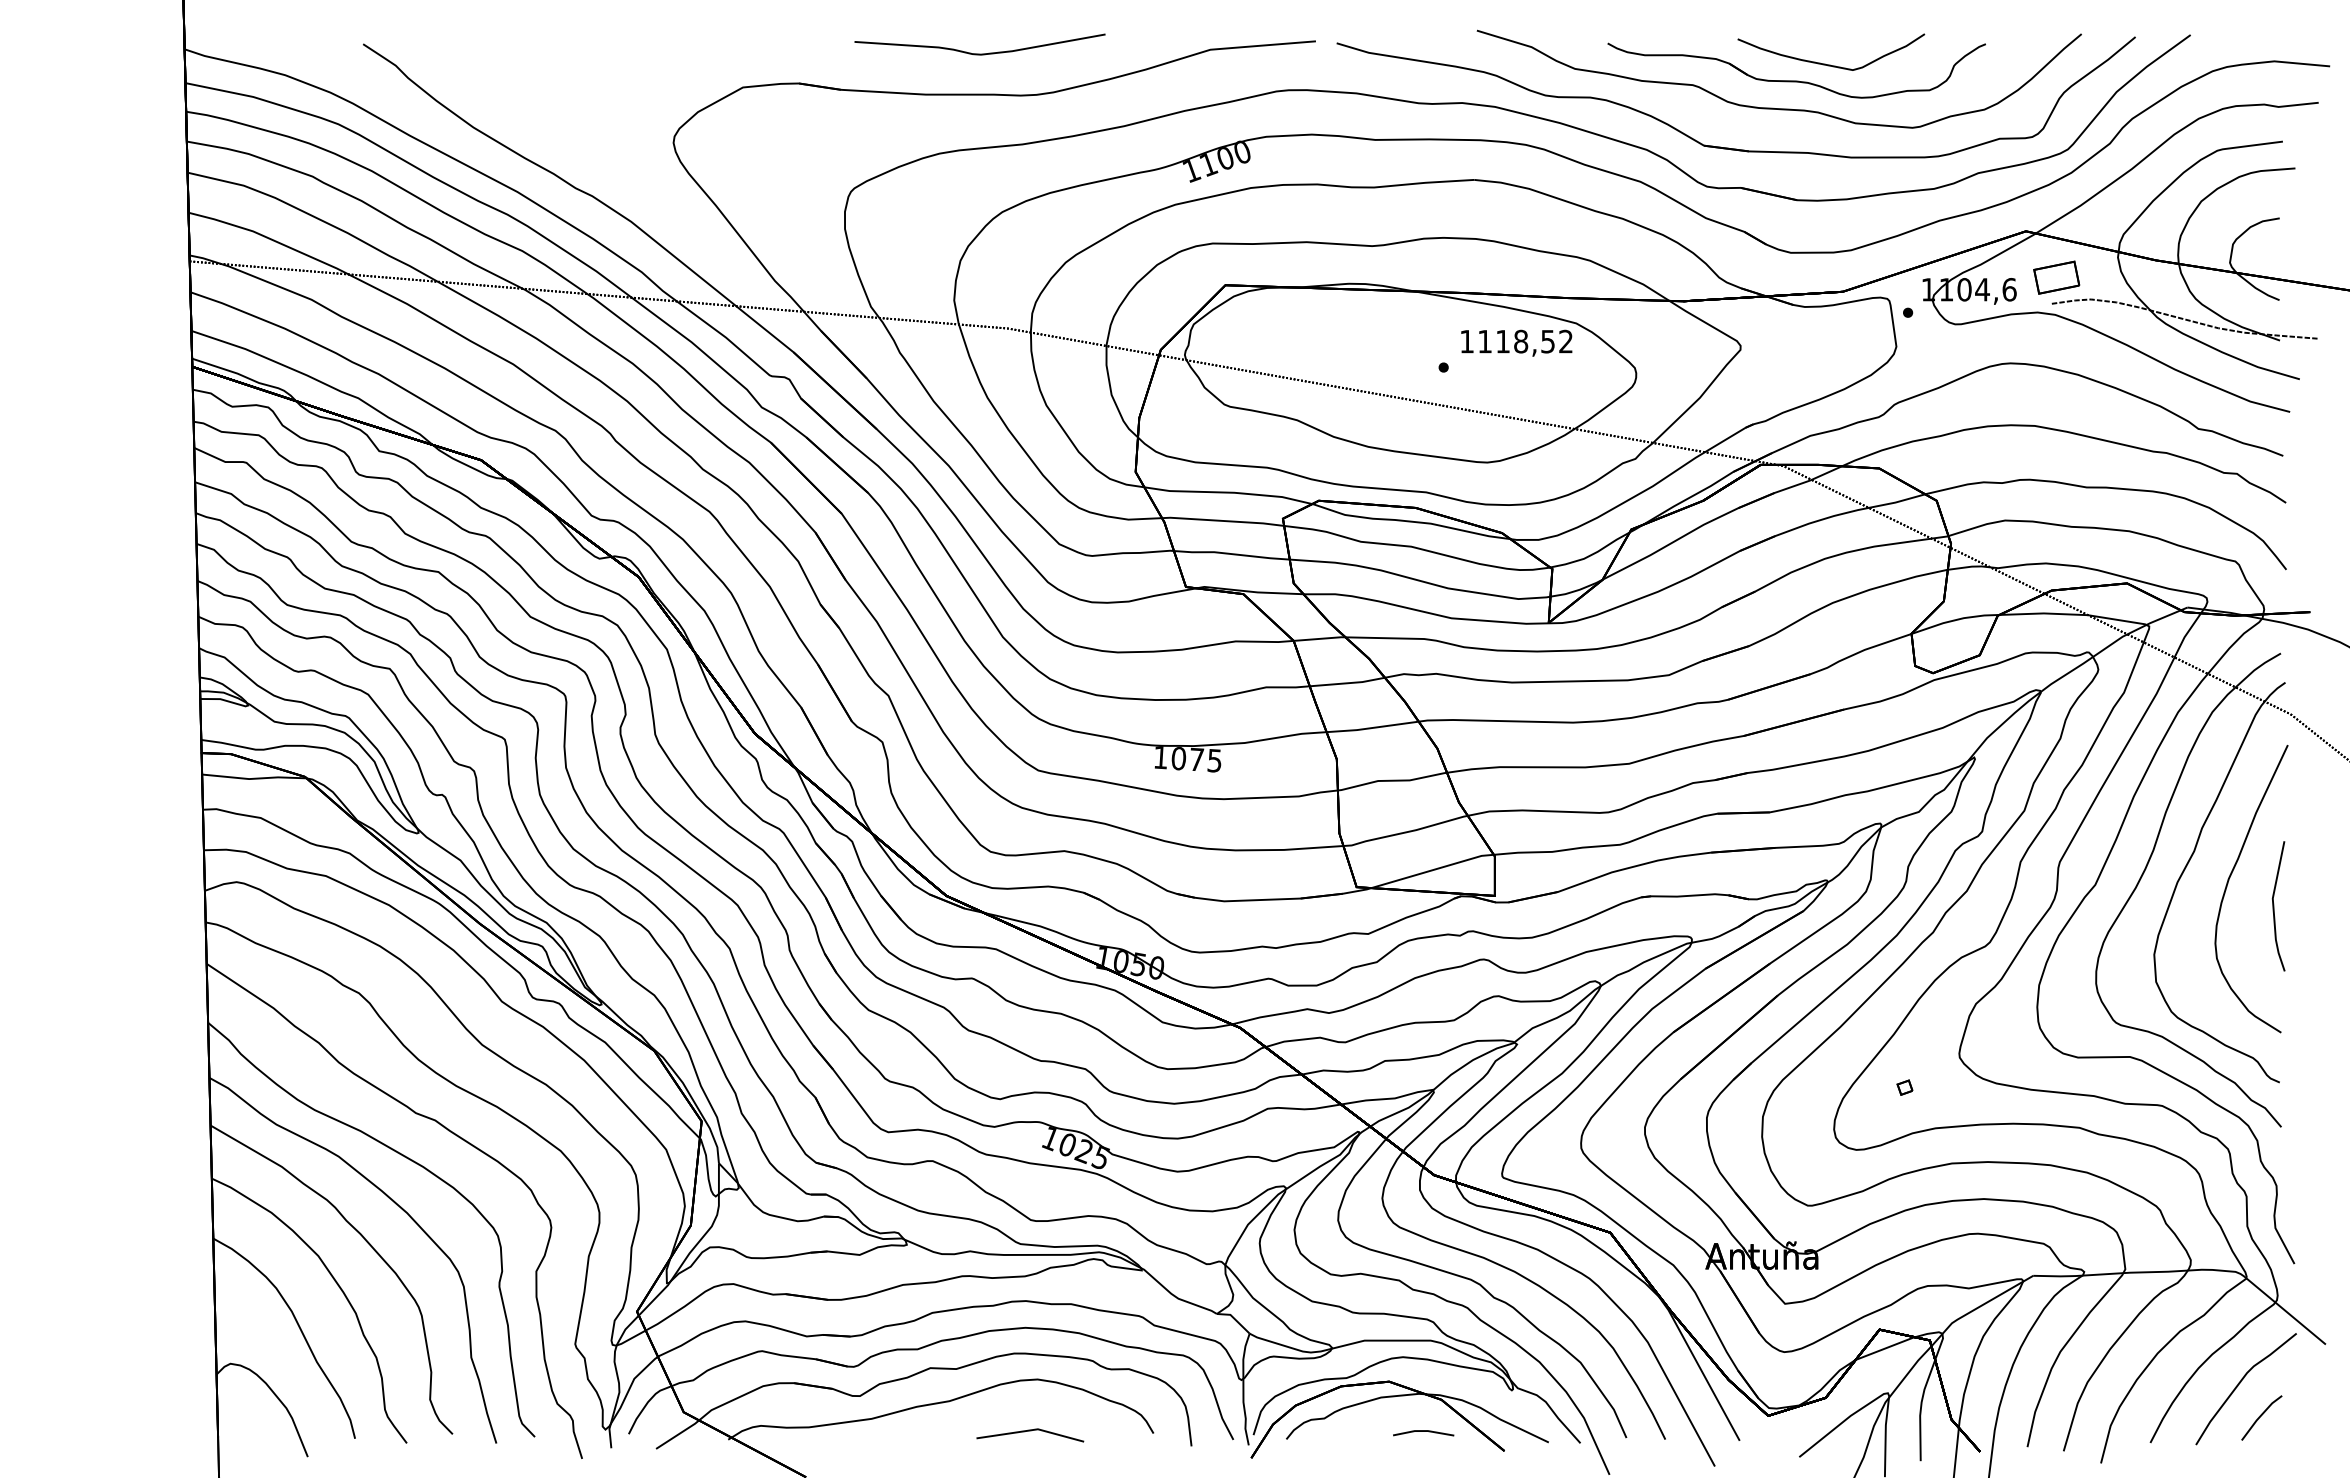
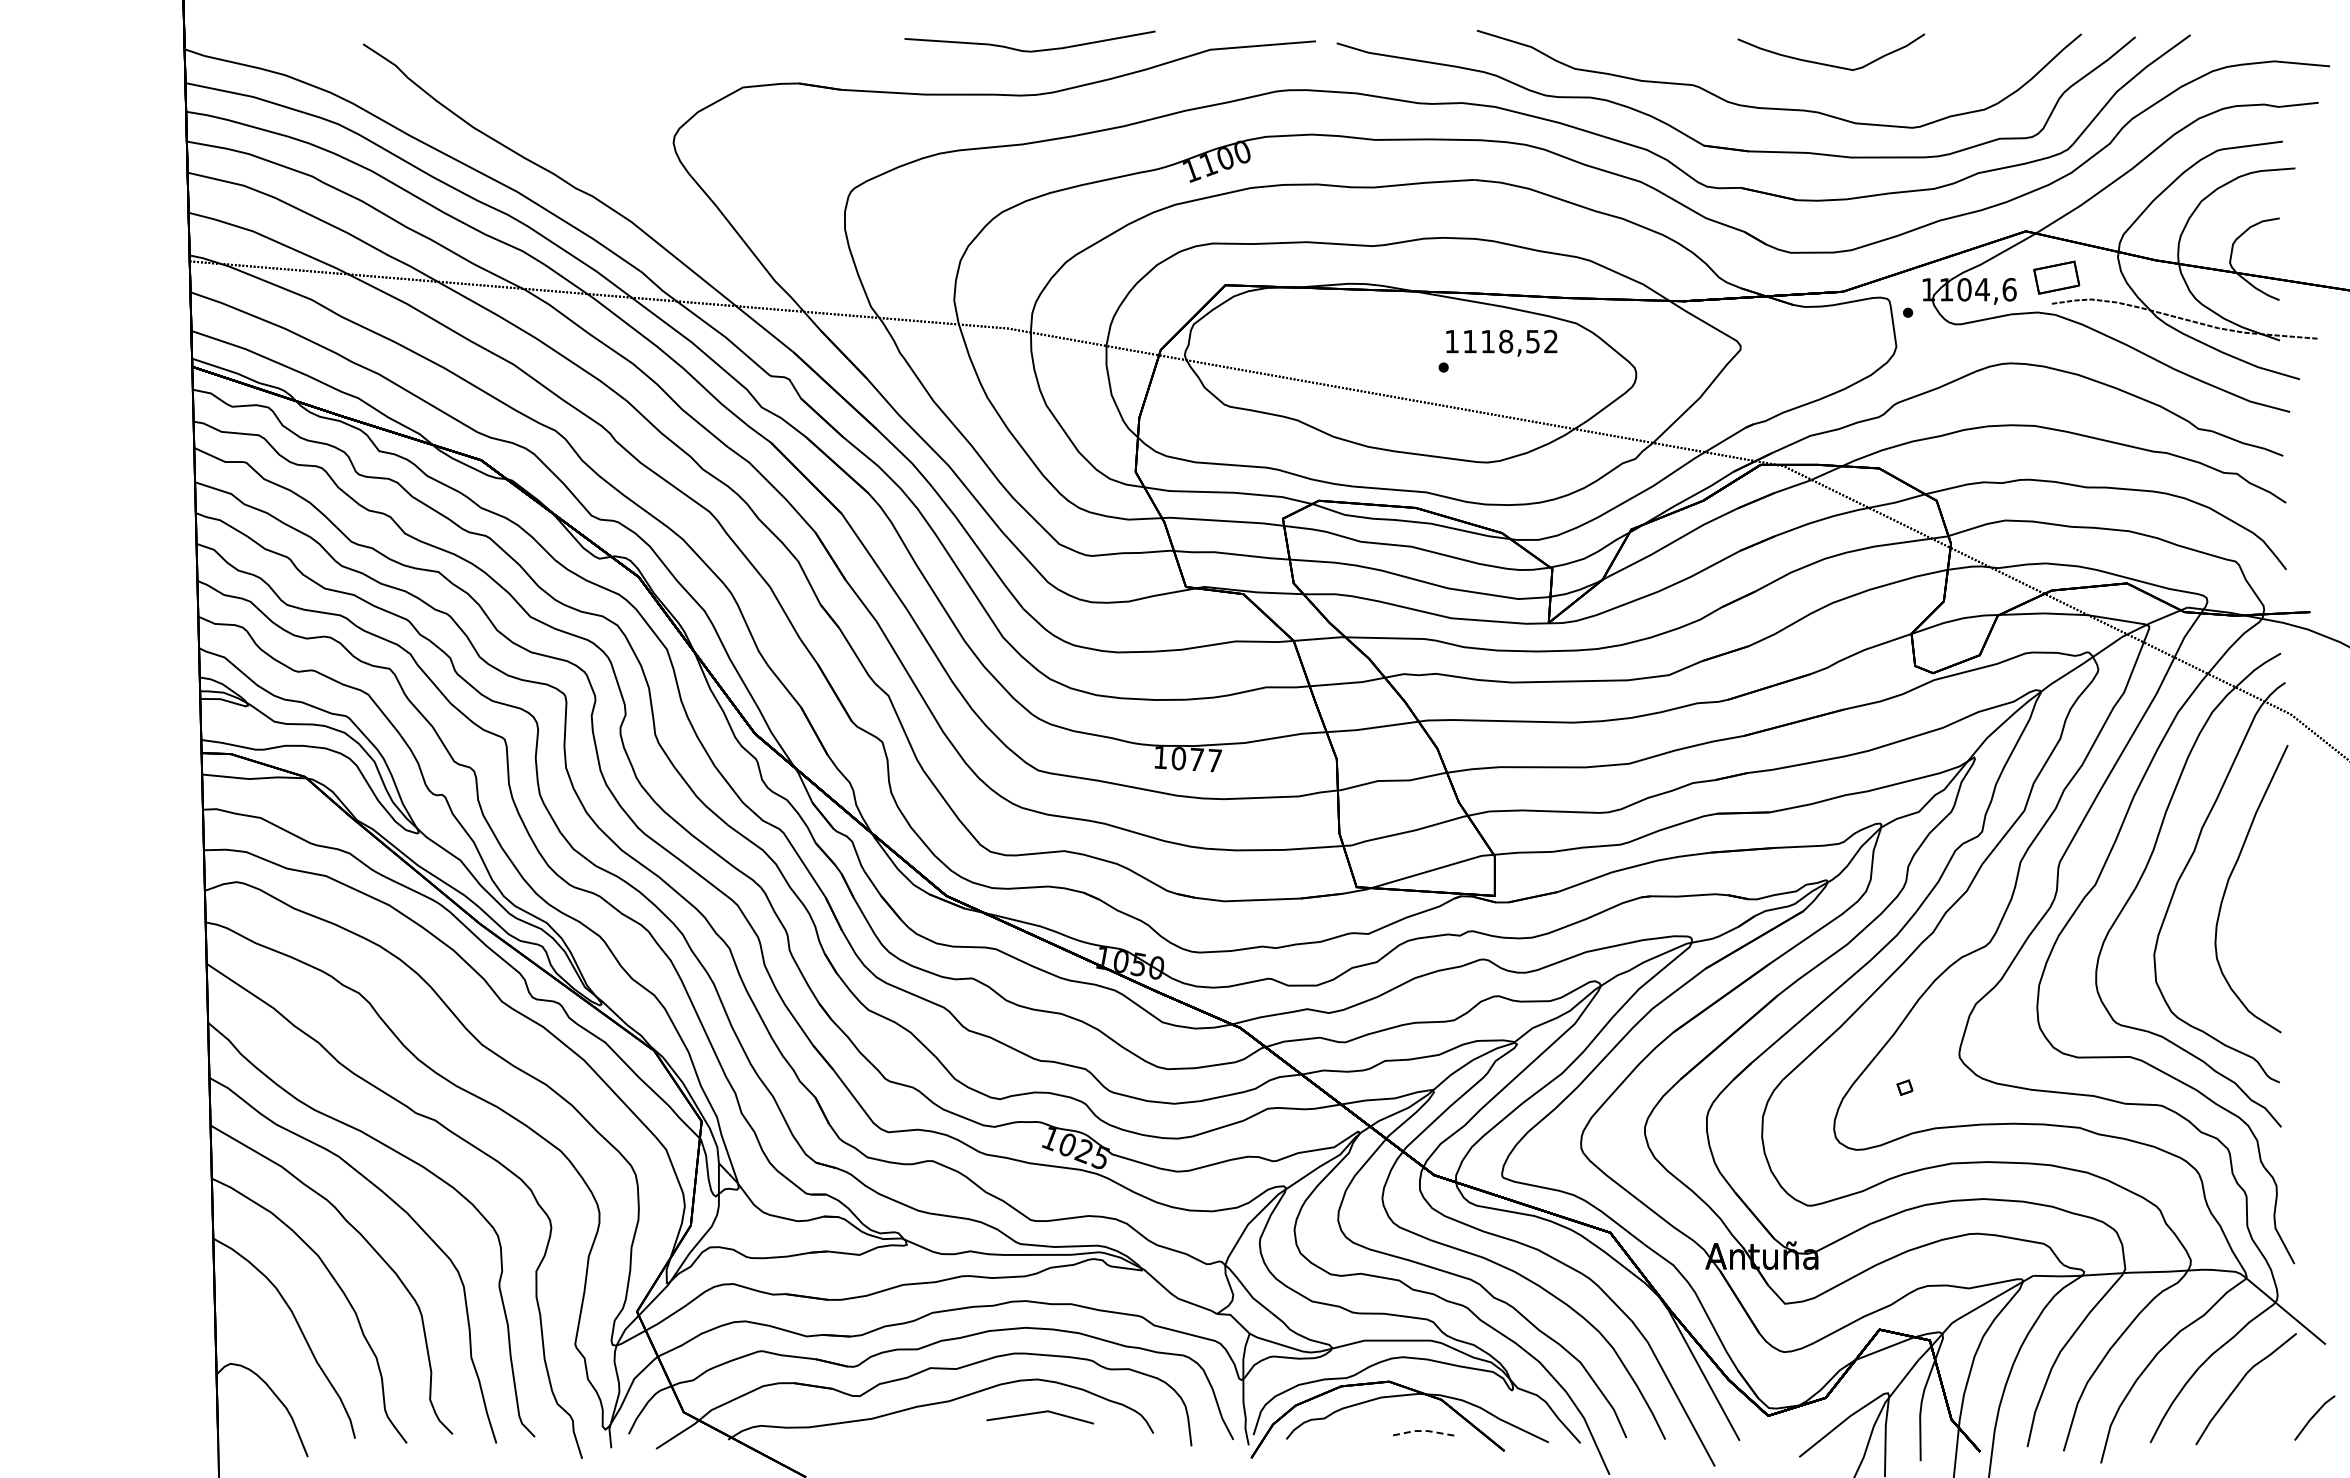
curve at (979, 53) position: (979, 53) -> (1029, 50)
part at (1796, 80): present -> none
text at (1516, 342) position: (1516, 342) -> (1501, 342)
text at (1214, 760): 1075 -> 1077
line at (2274, 906): present -> none
line at (2261, 1416) position: (2261, 1416) -> (2314, 1416)
line at (1030, 1431) position: (1030, 1431) -> (1040, 1413)
line at (1423, 1431): solid -> dashed
